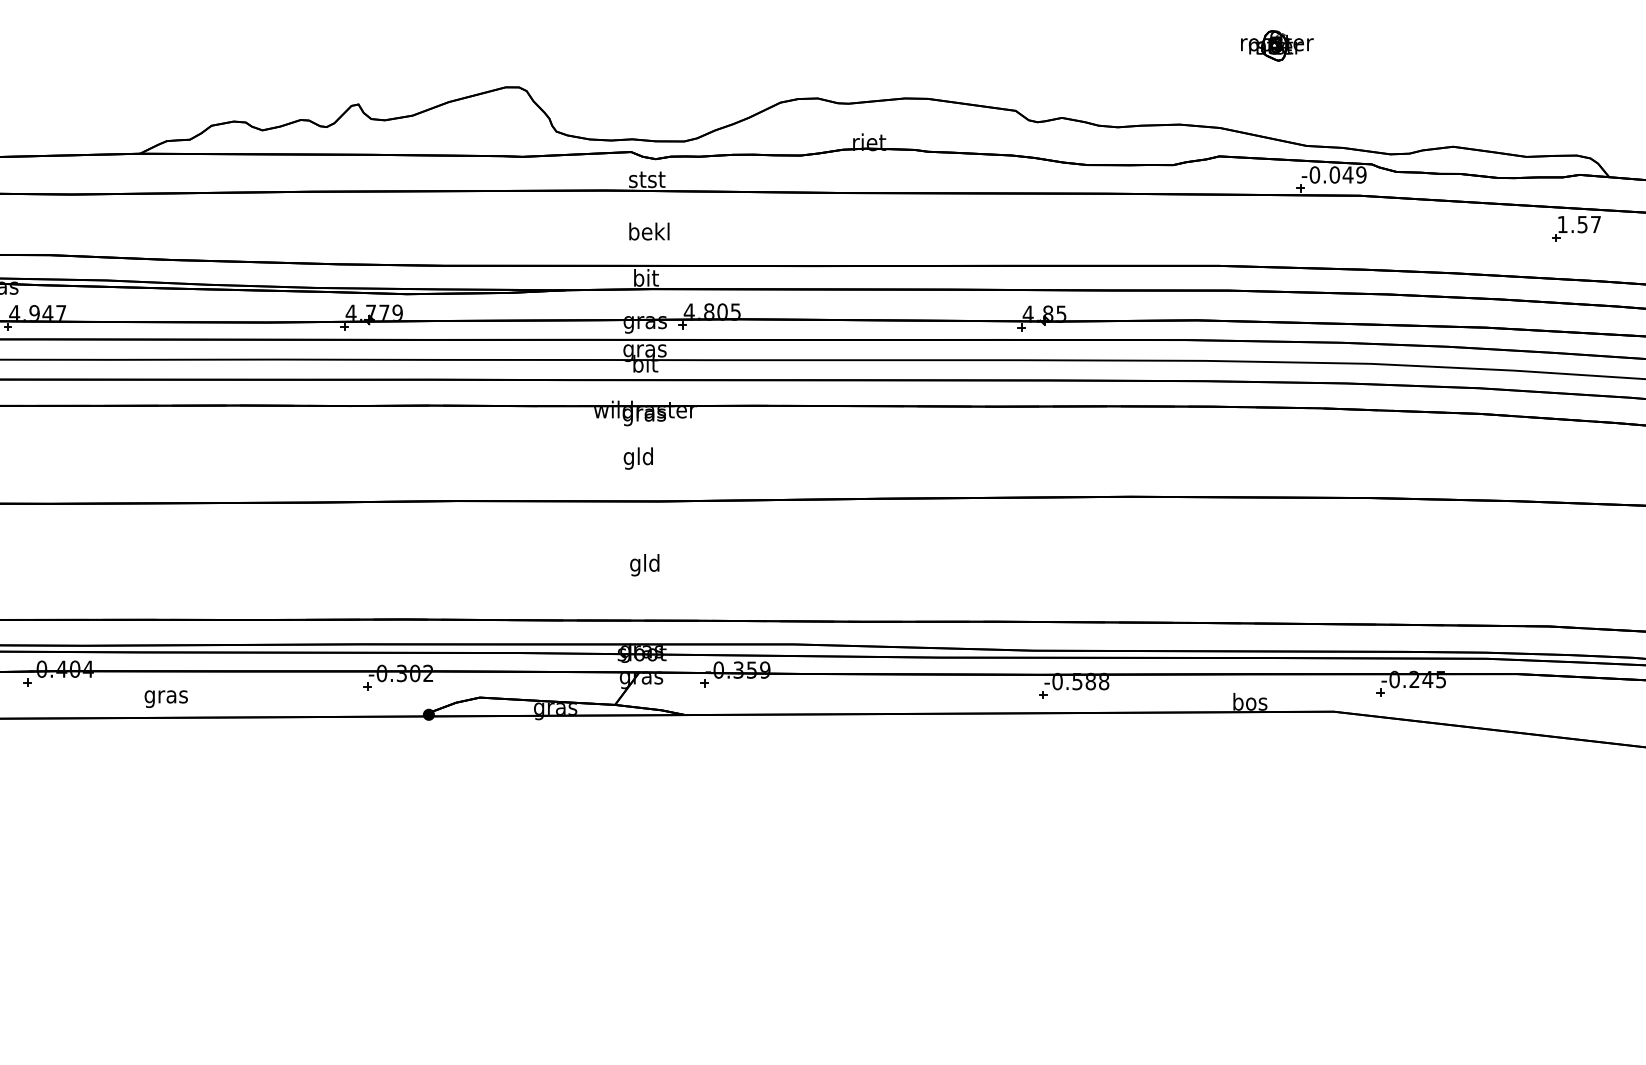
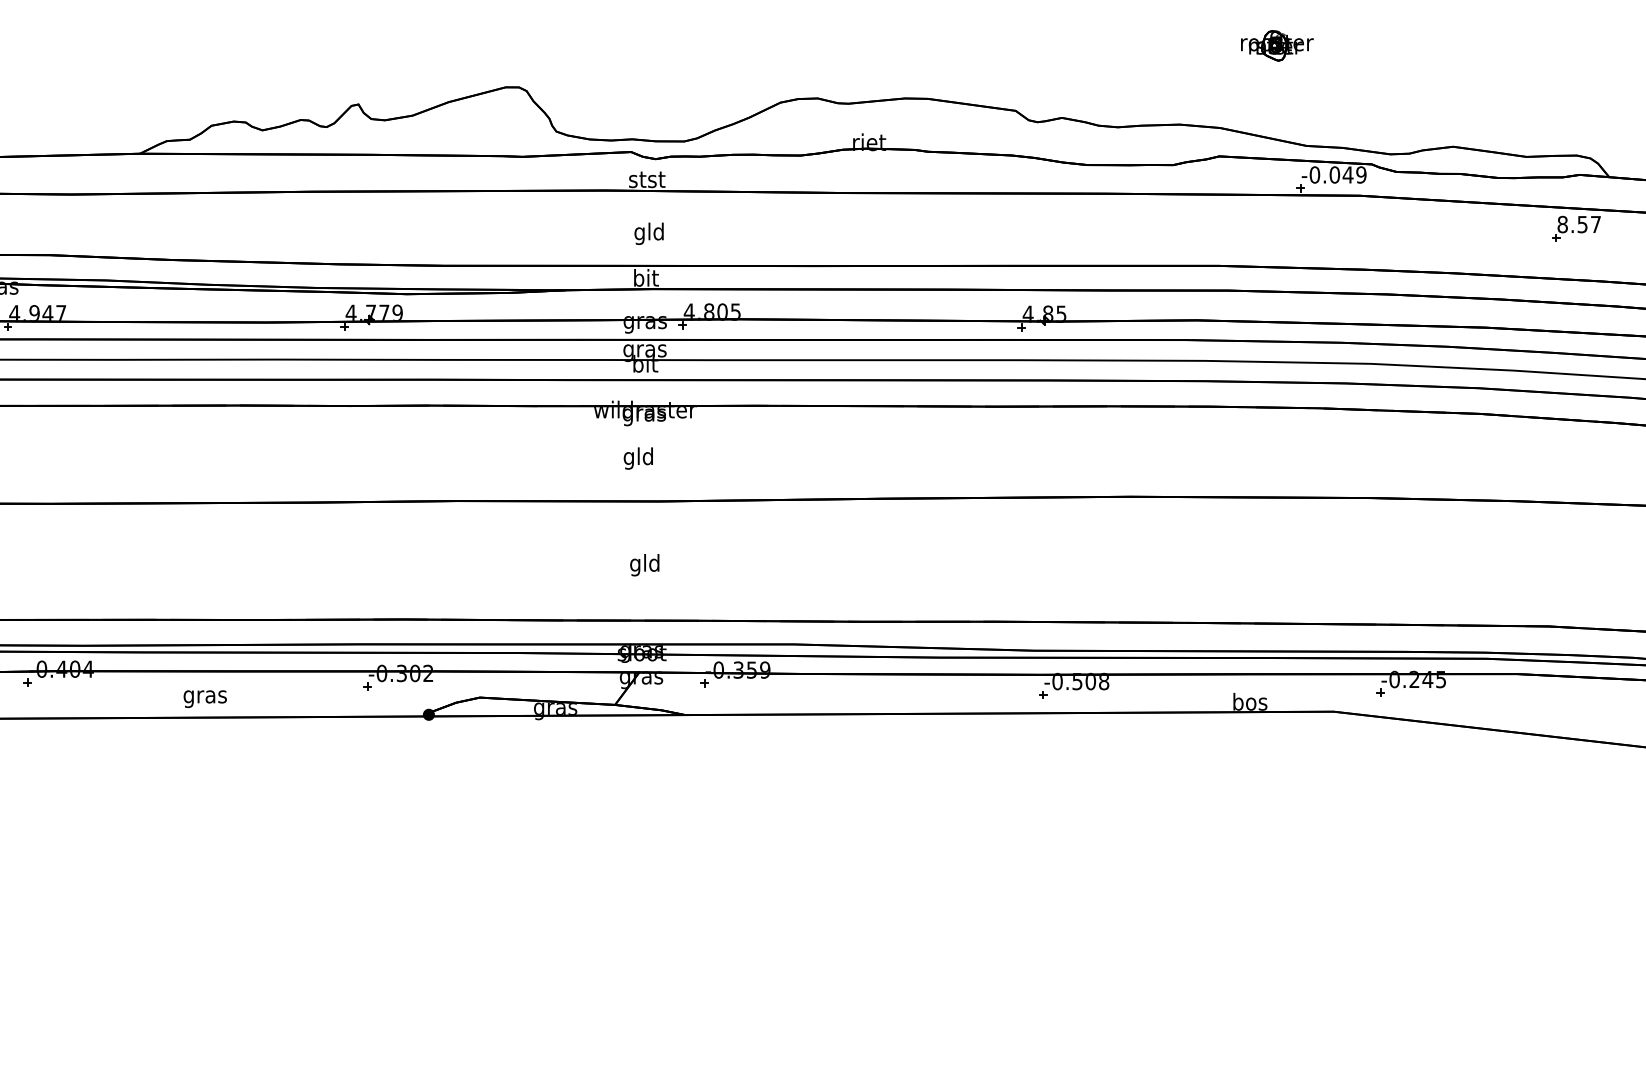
text at (1562, 224): 1.57 -> 8.57
text at (649, 233): bekl -> gld
text at (1090, 681): -0.588 -> -0.508
text at (165, 698) position: (165, 698) -> (204, 698)
